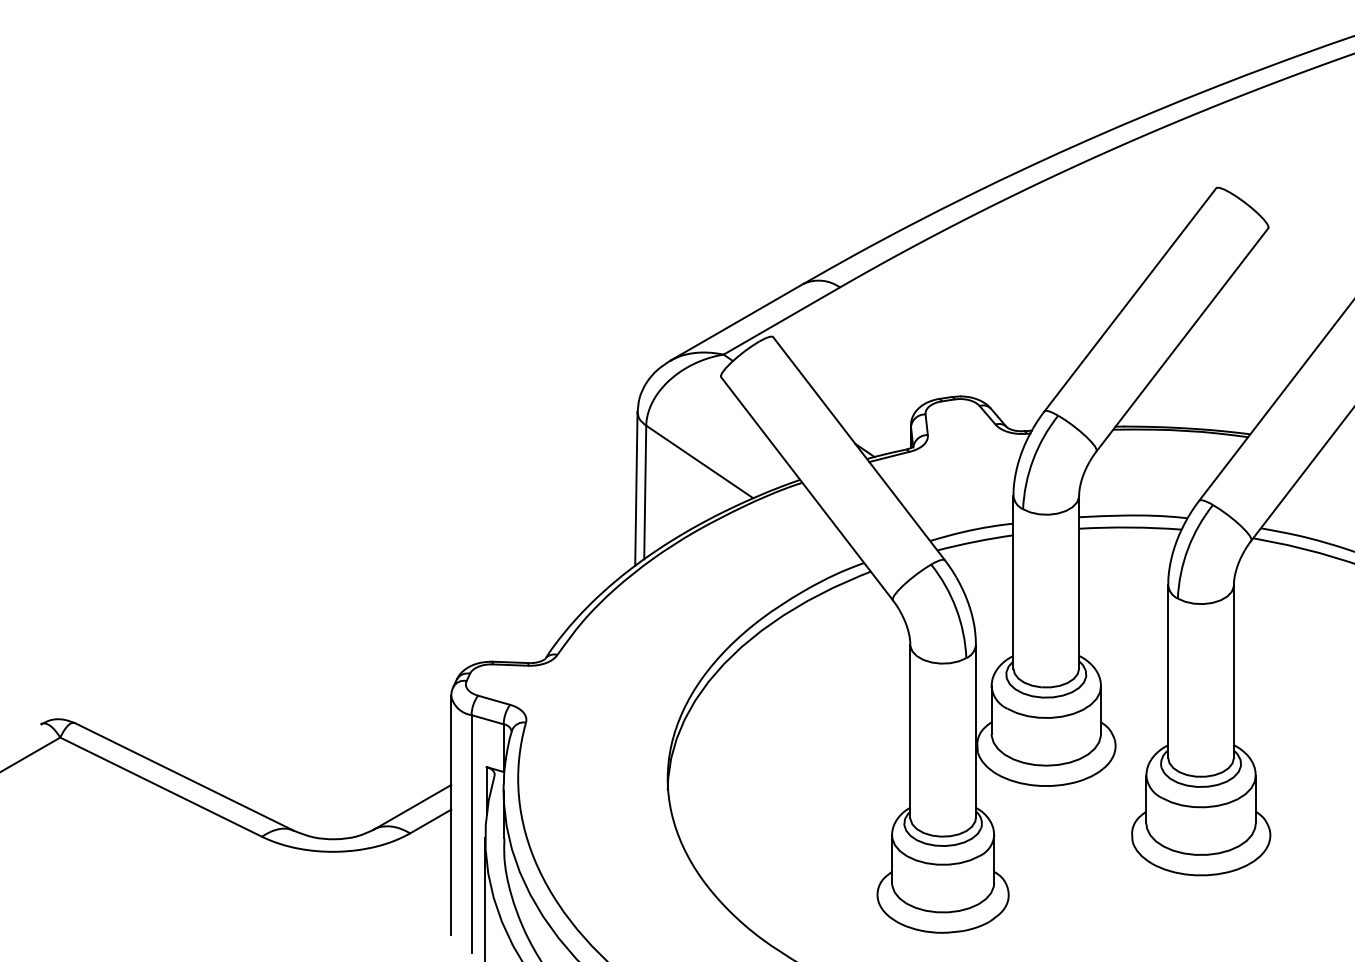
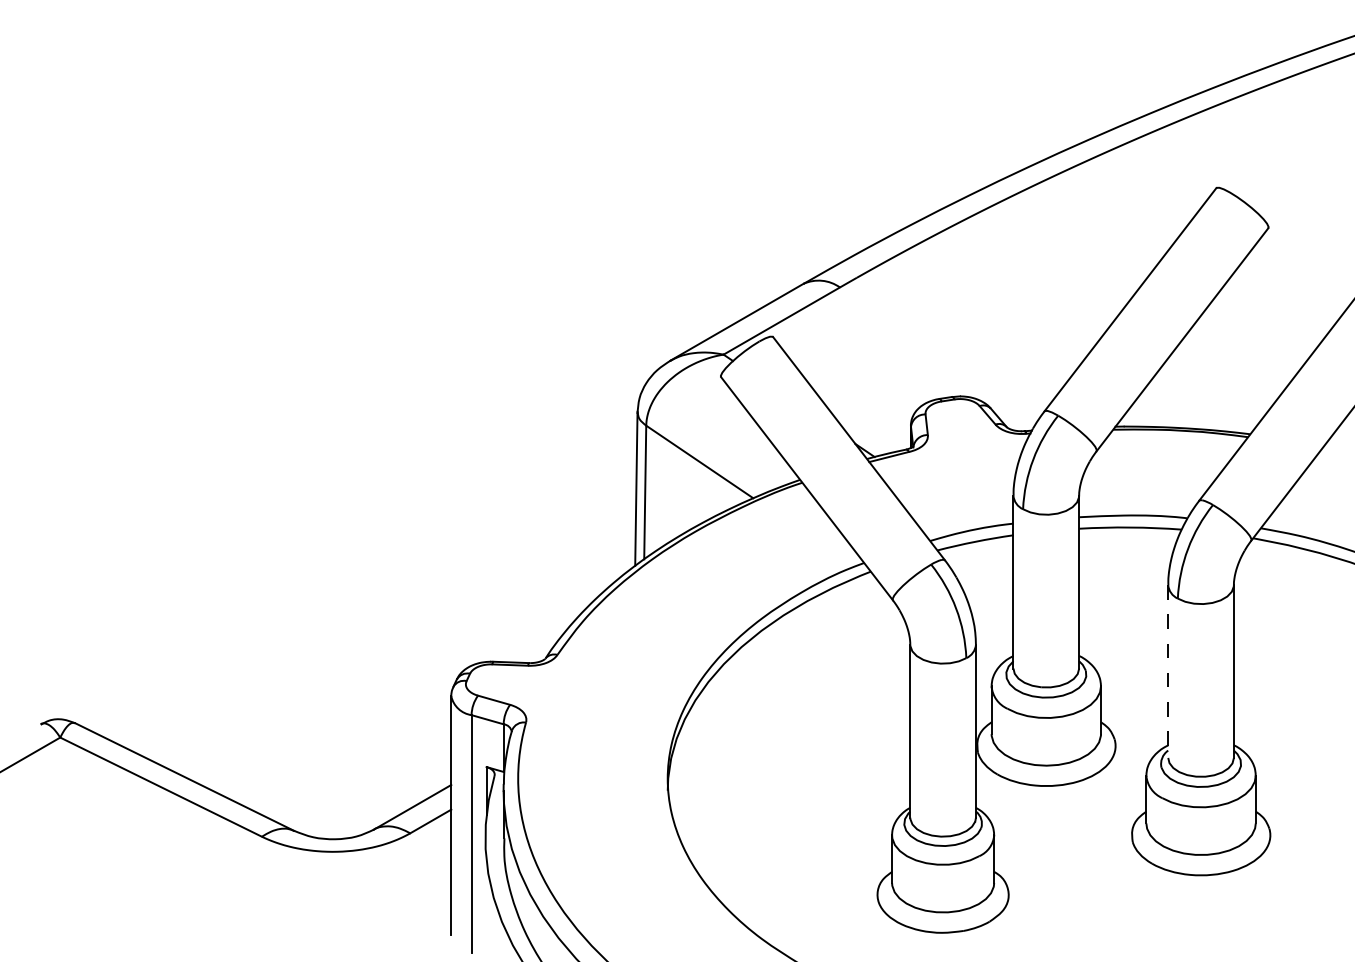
line at (1168, 672): solid -> dashed
line at (485, 898): present -> none
